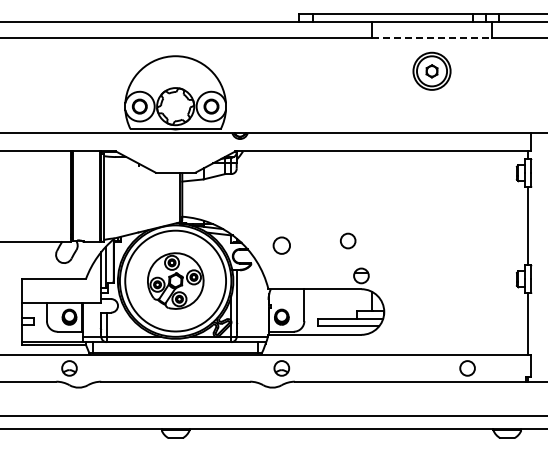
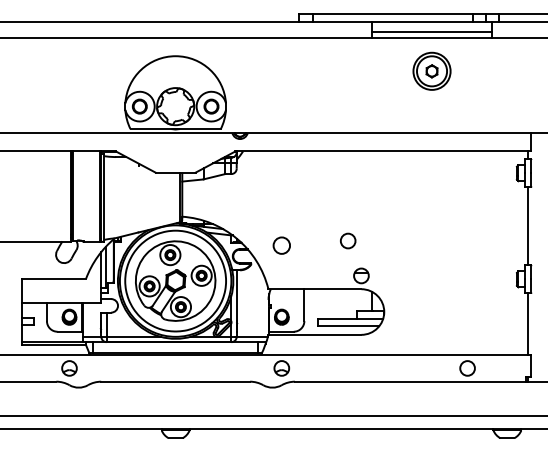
line at (431, 32): none -> present
line at (432, 38): dashed -> solid
part at (175, 280) size: 58x58 px -> 82x82 px
